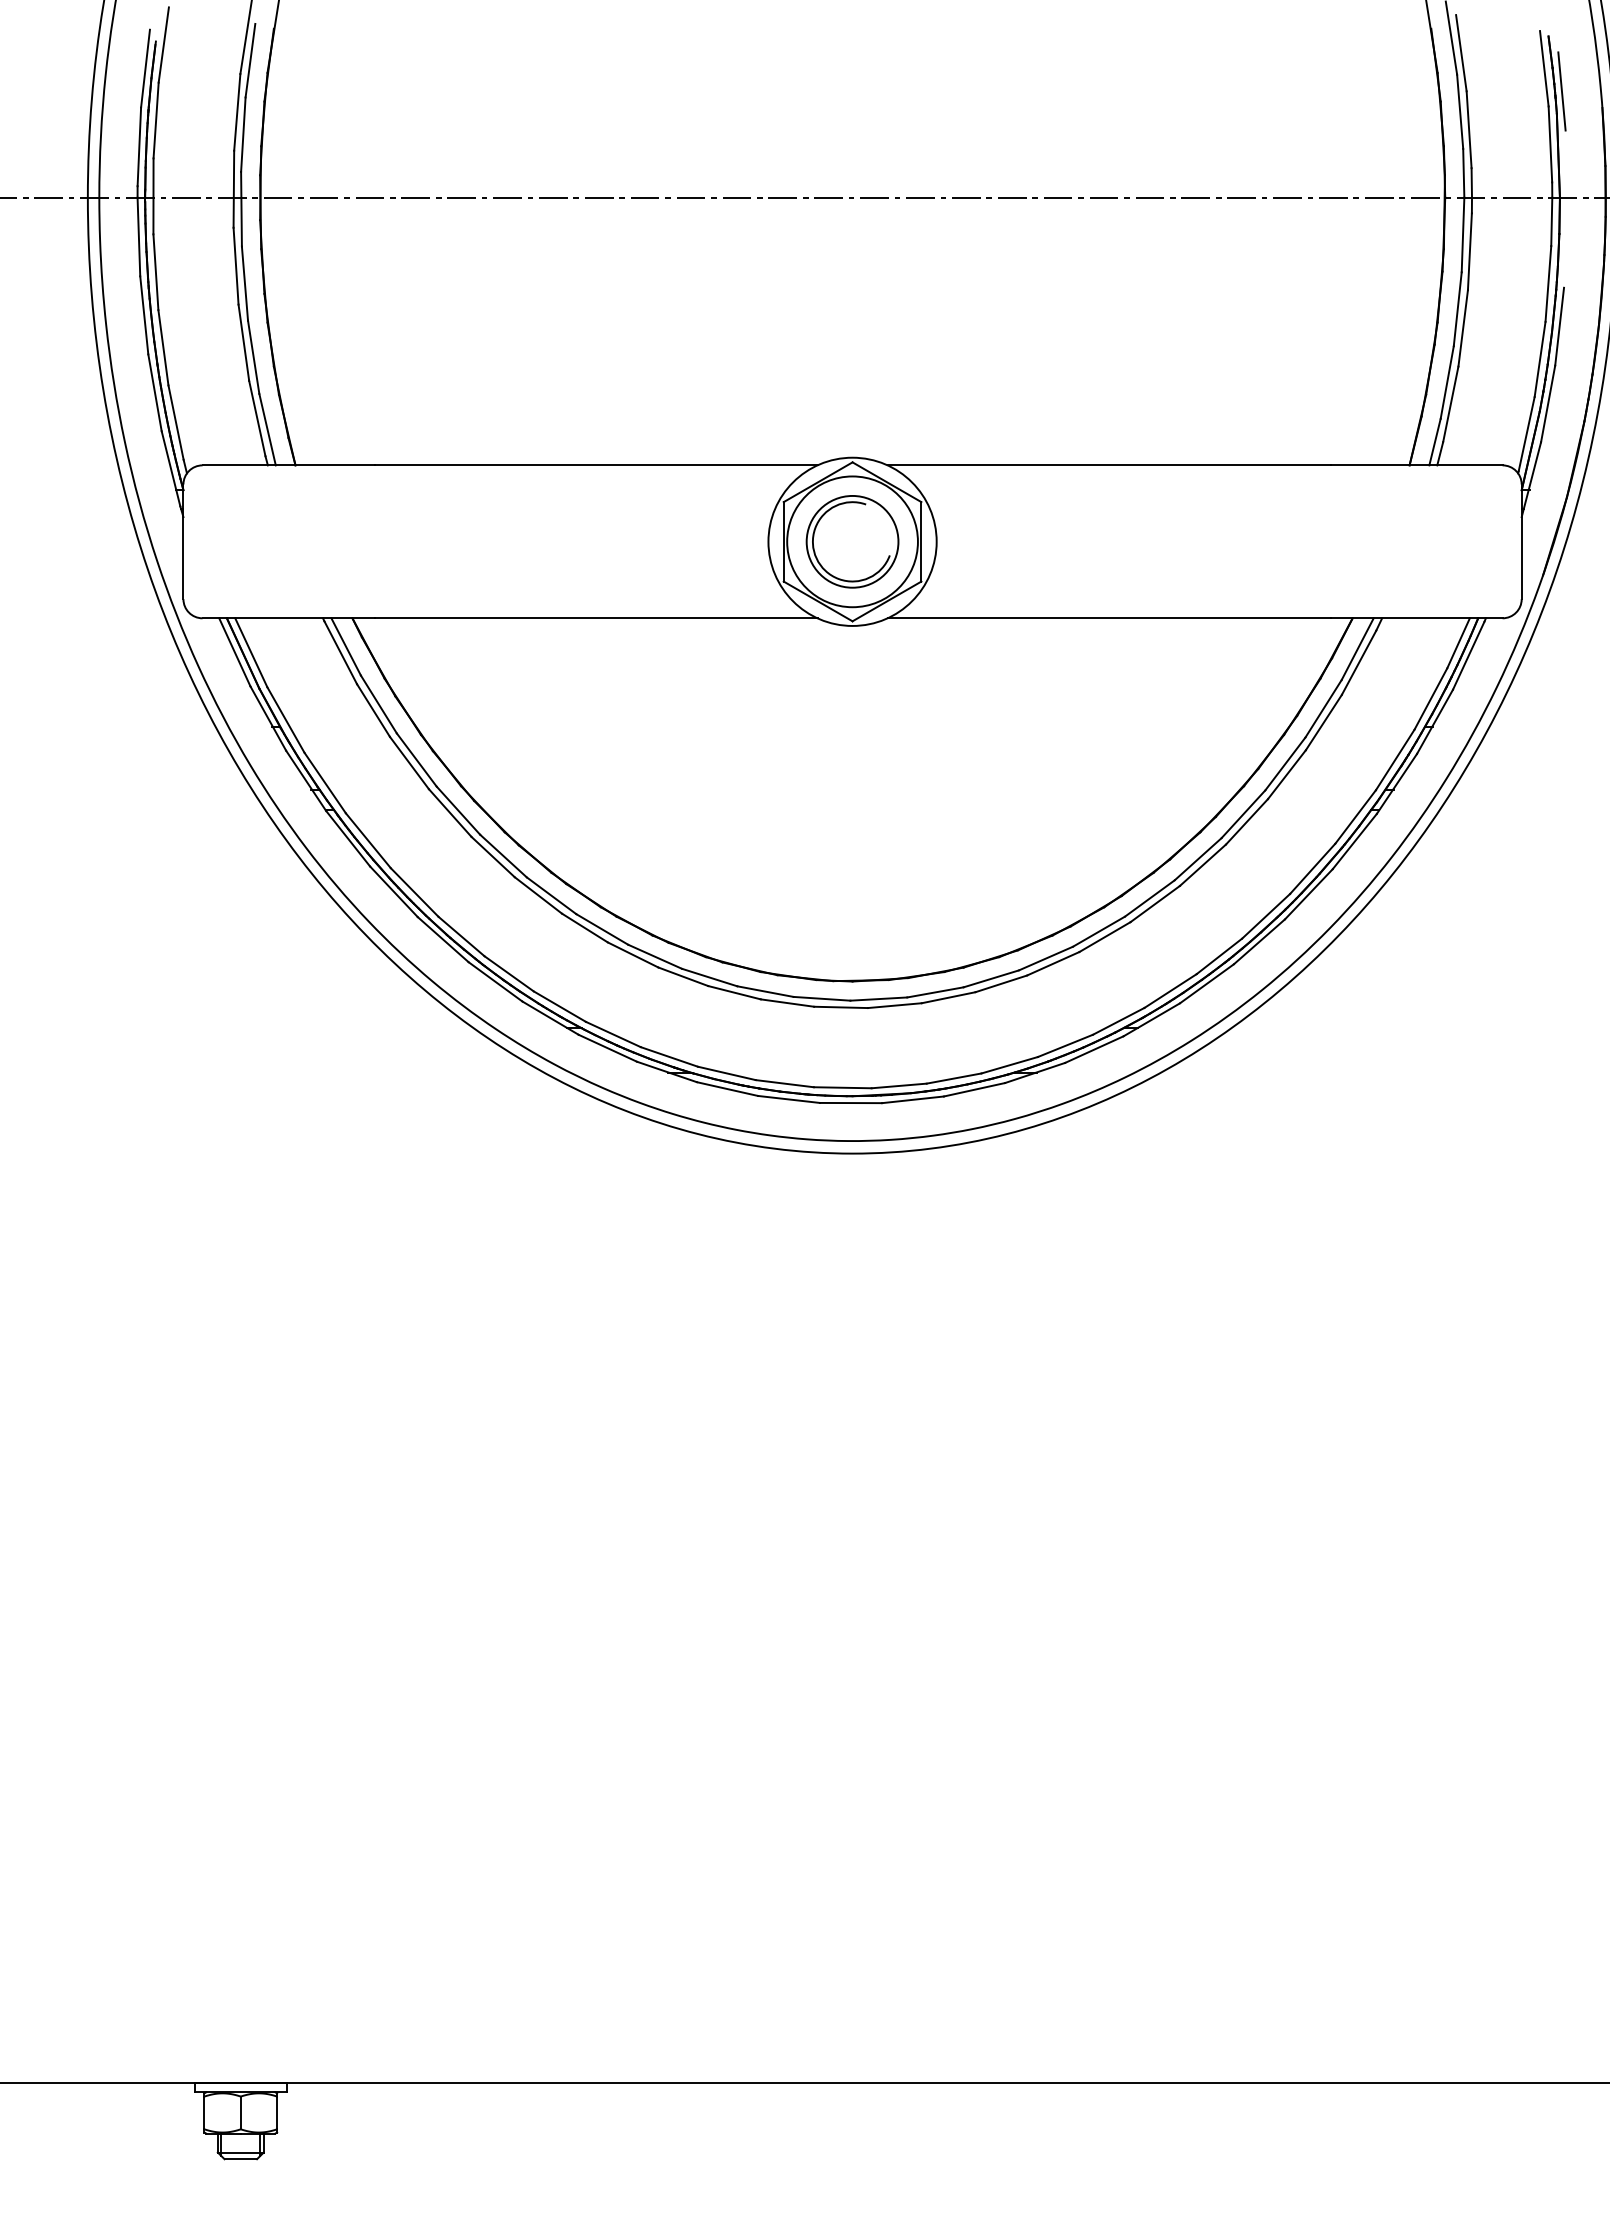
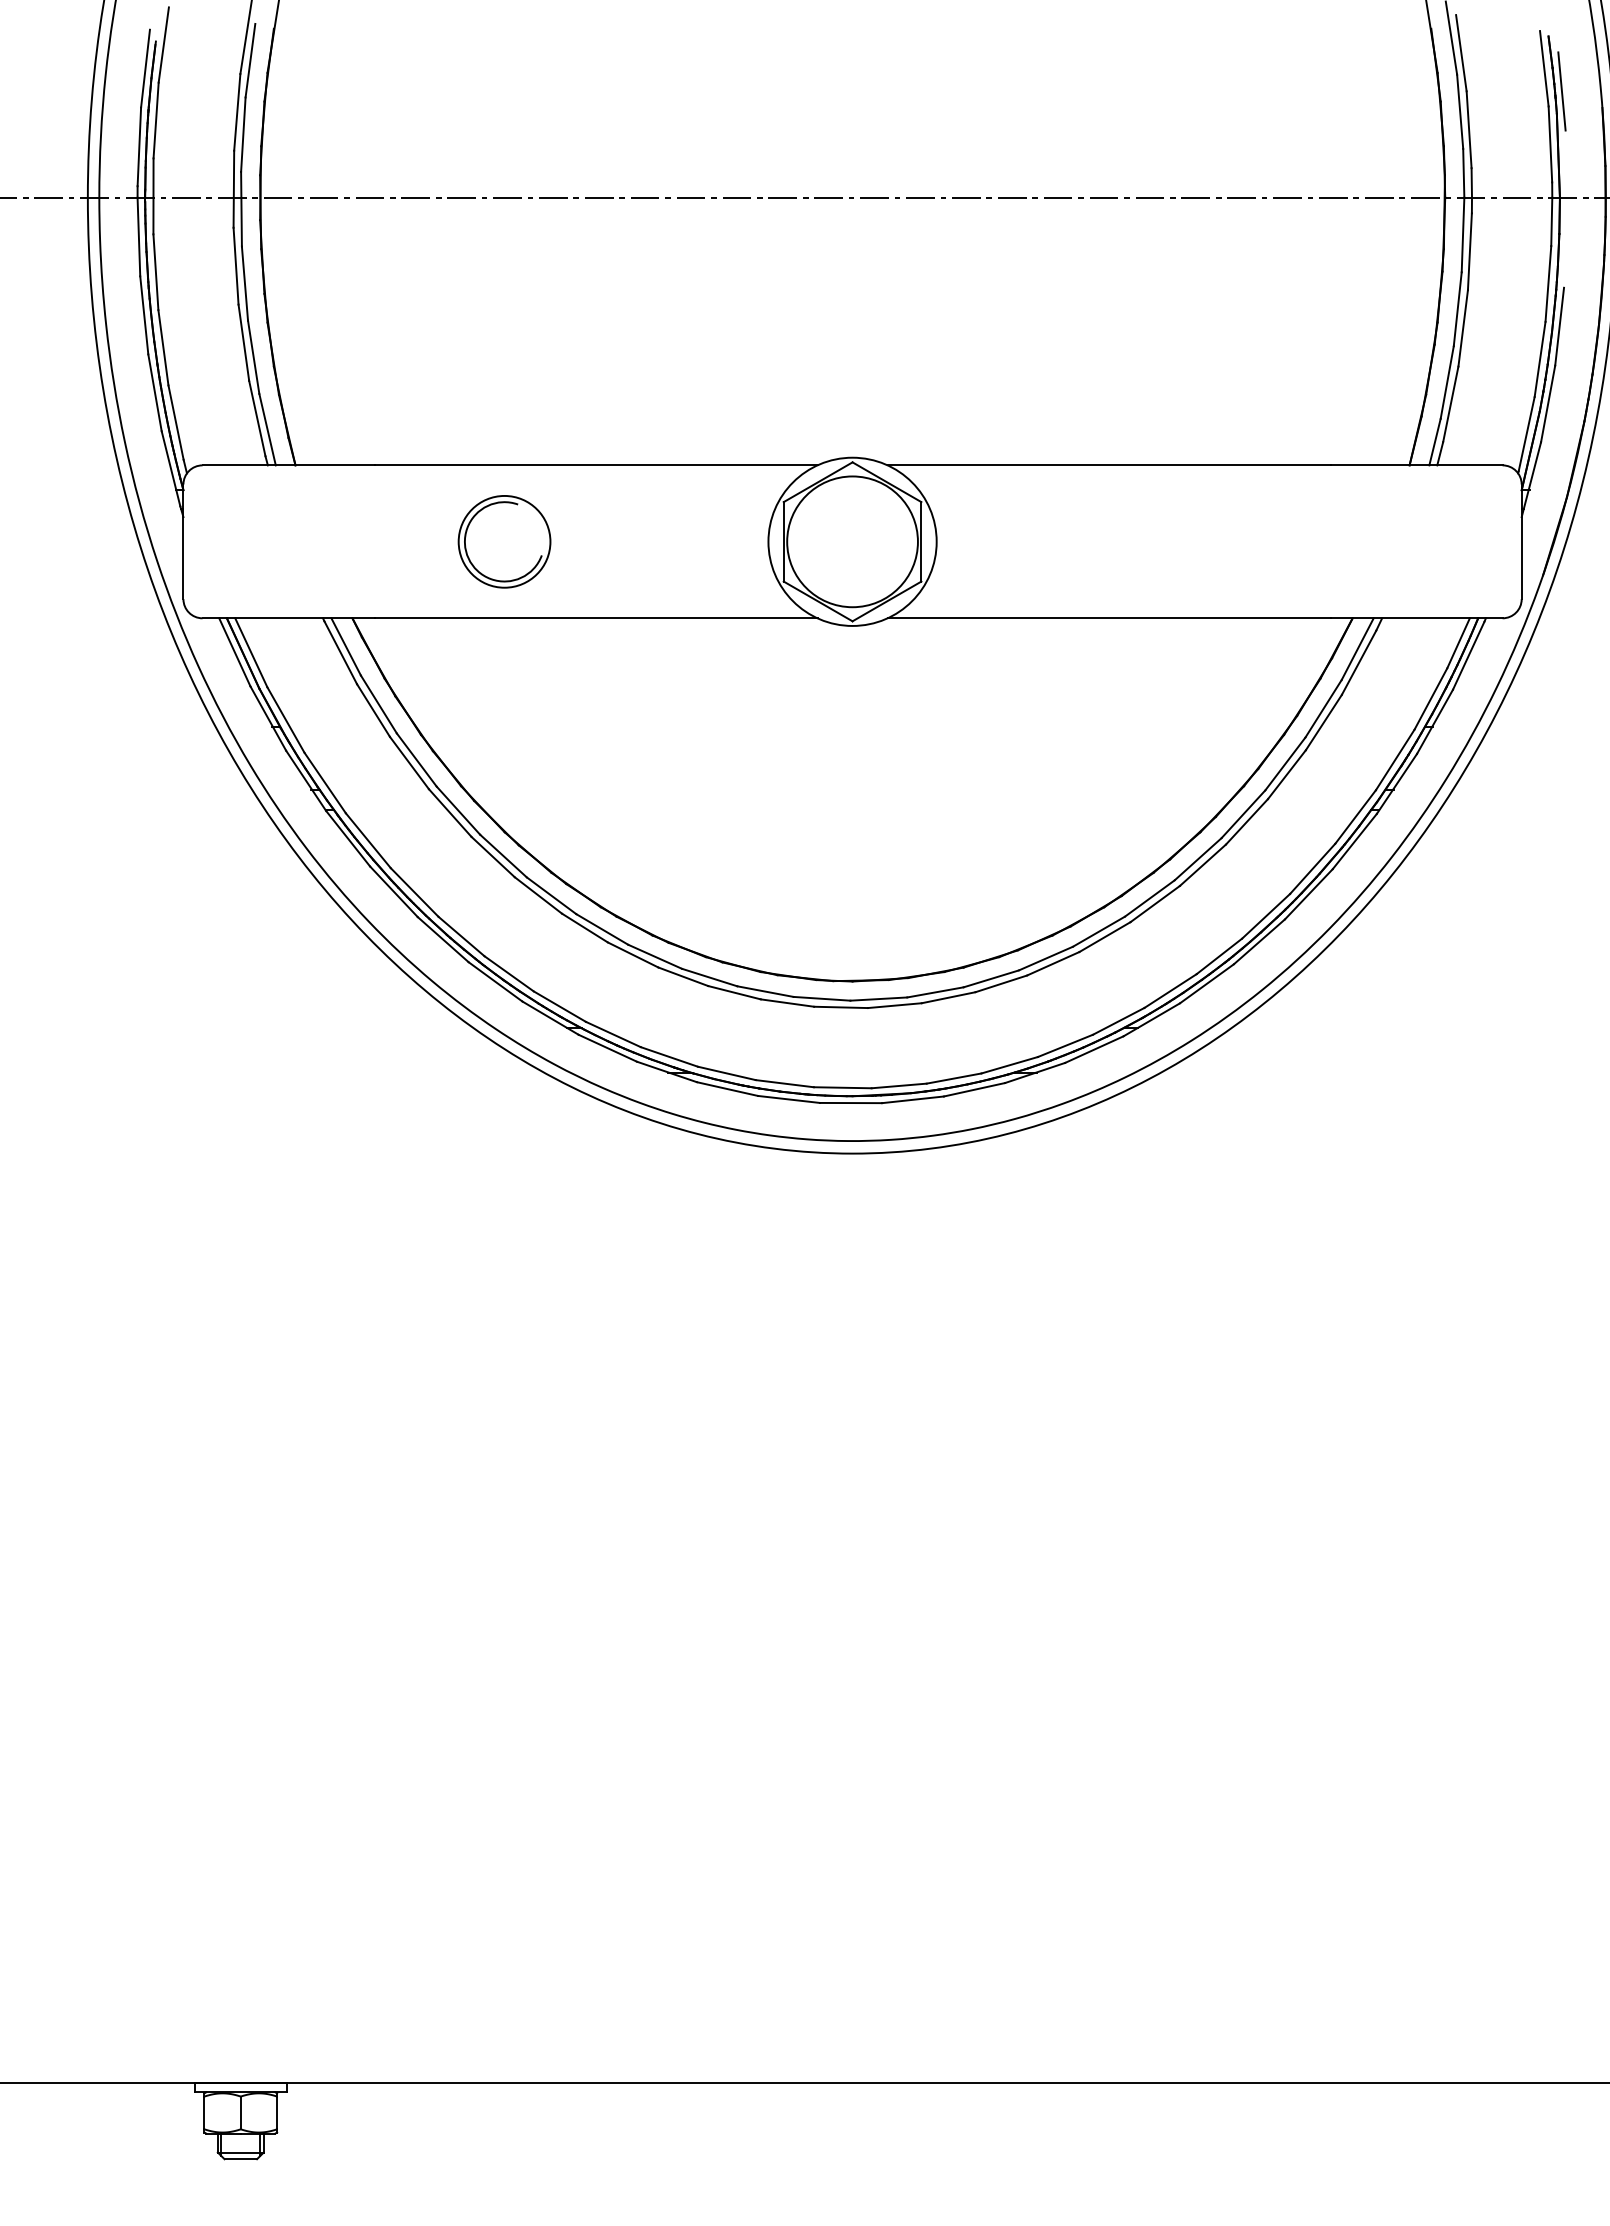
part at (852, 541) position: (852, 541) -> (504, 541)
